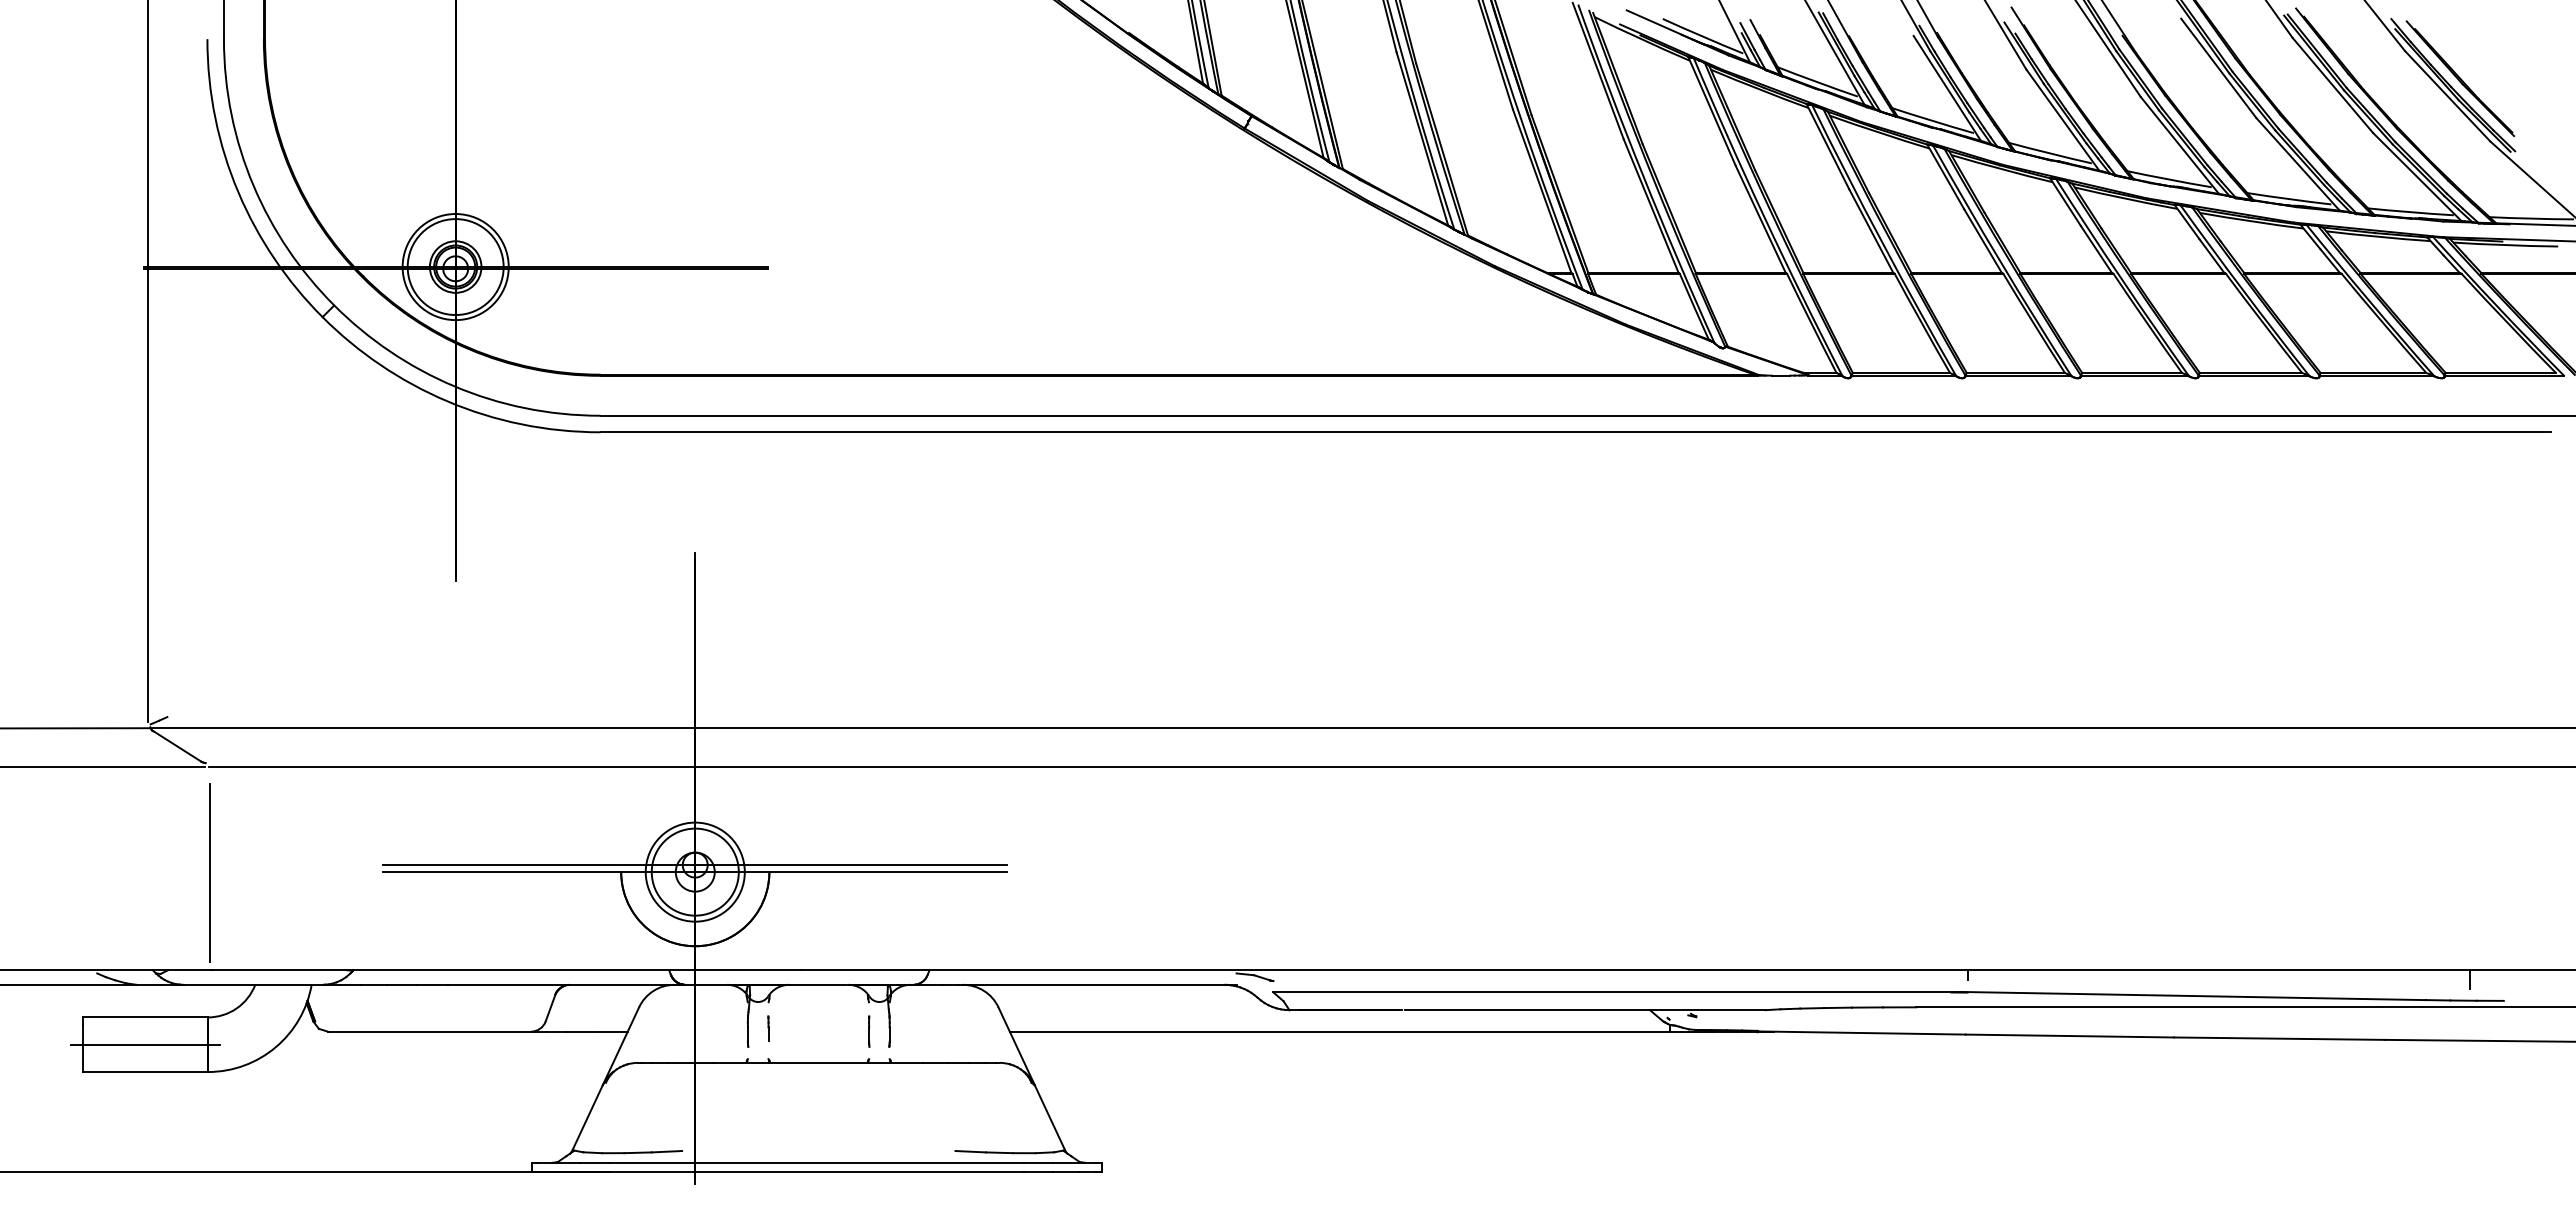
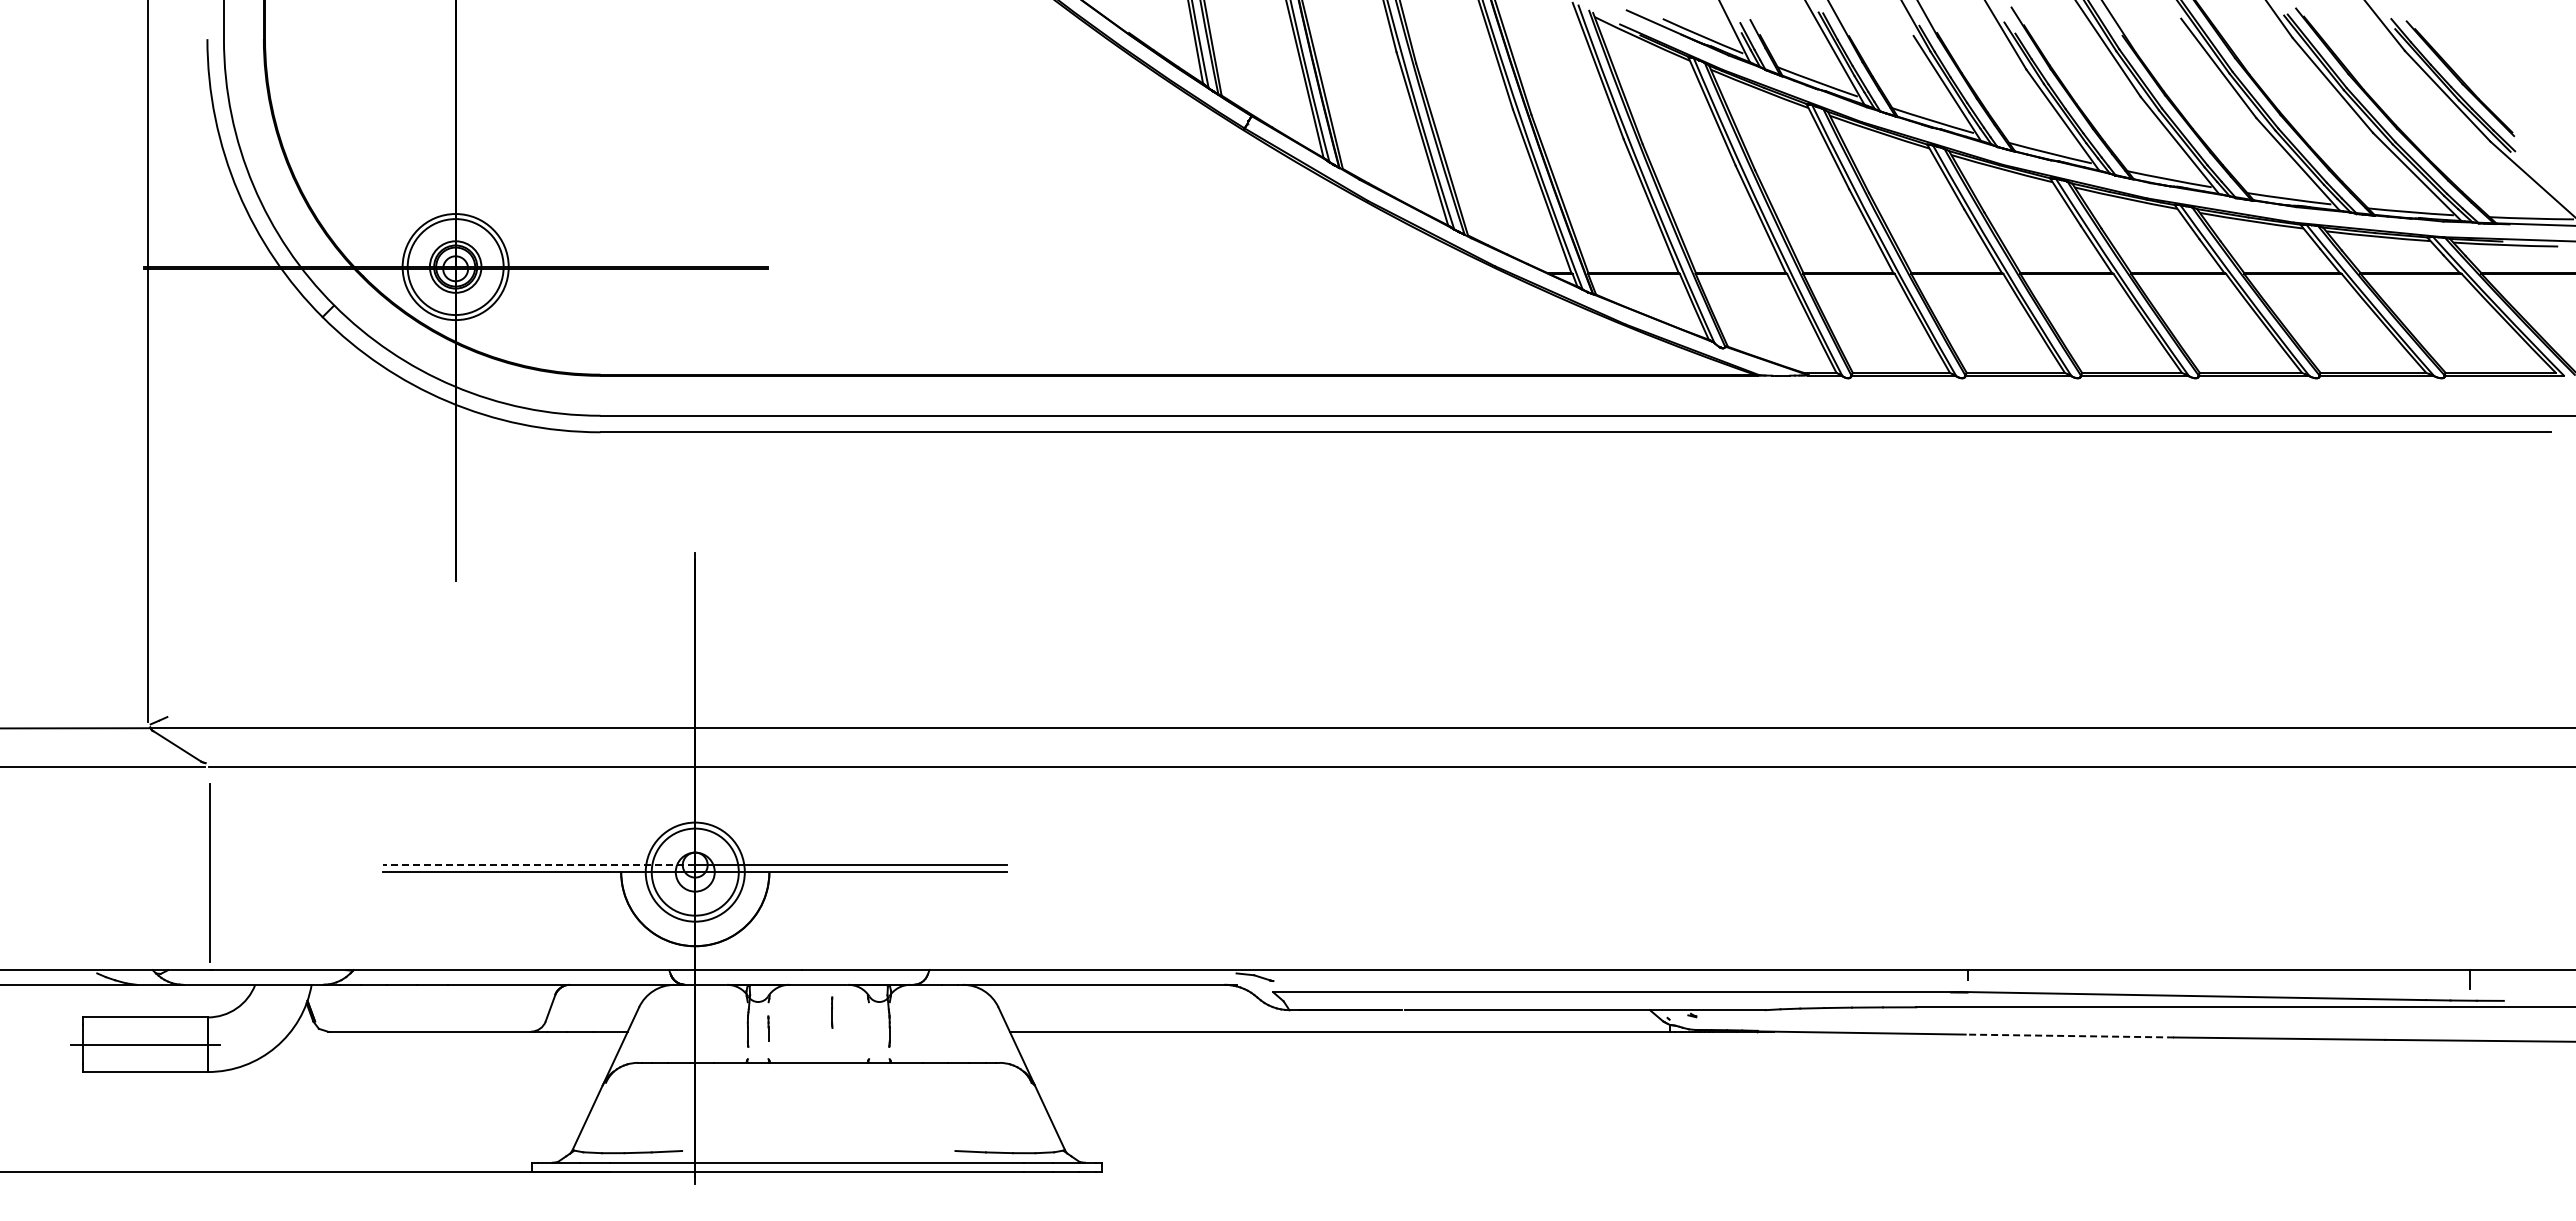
line at (538, 865): solid -> dashed
line at (869, 1031) position: (869, 1031) -> (832, 1012)
line at (2069, 1036): solid -> dashed
